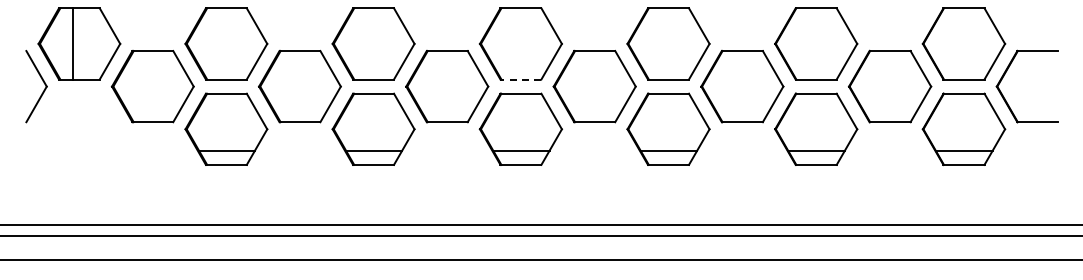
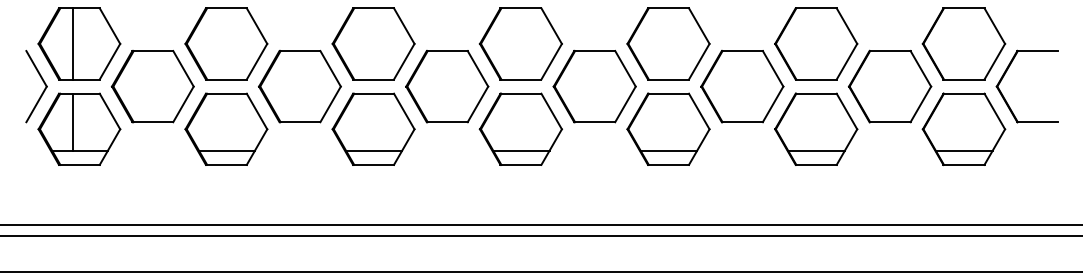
line at (520, 79): dashed -> solid
part at (79, 128): none -> present
line at (540, 259) position: (540, 259) -> (540, 271)
